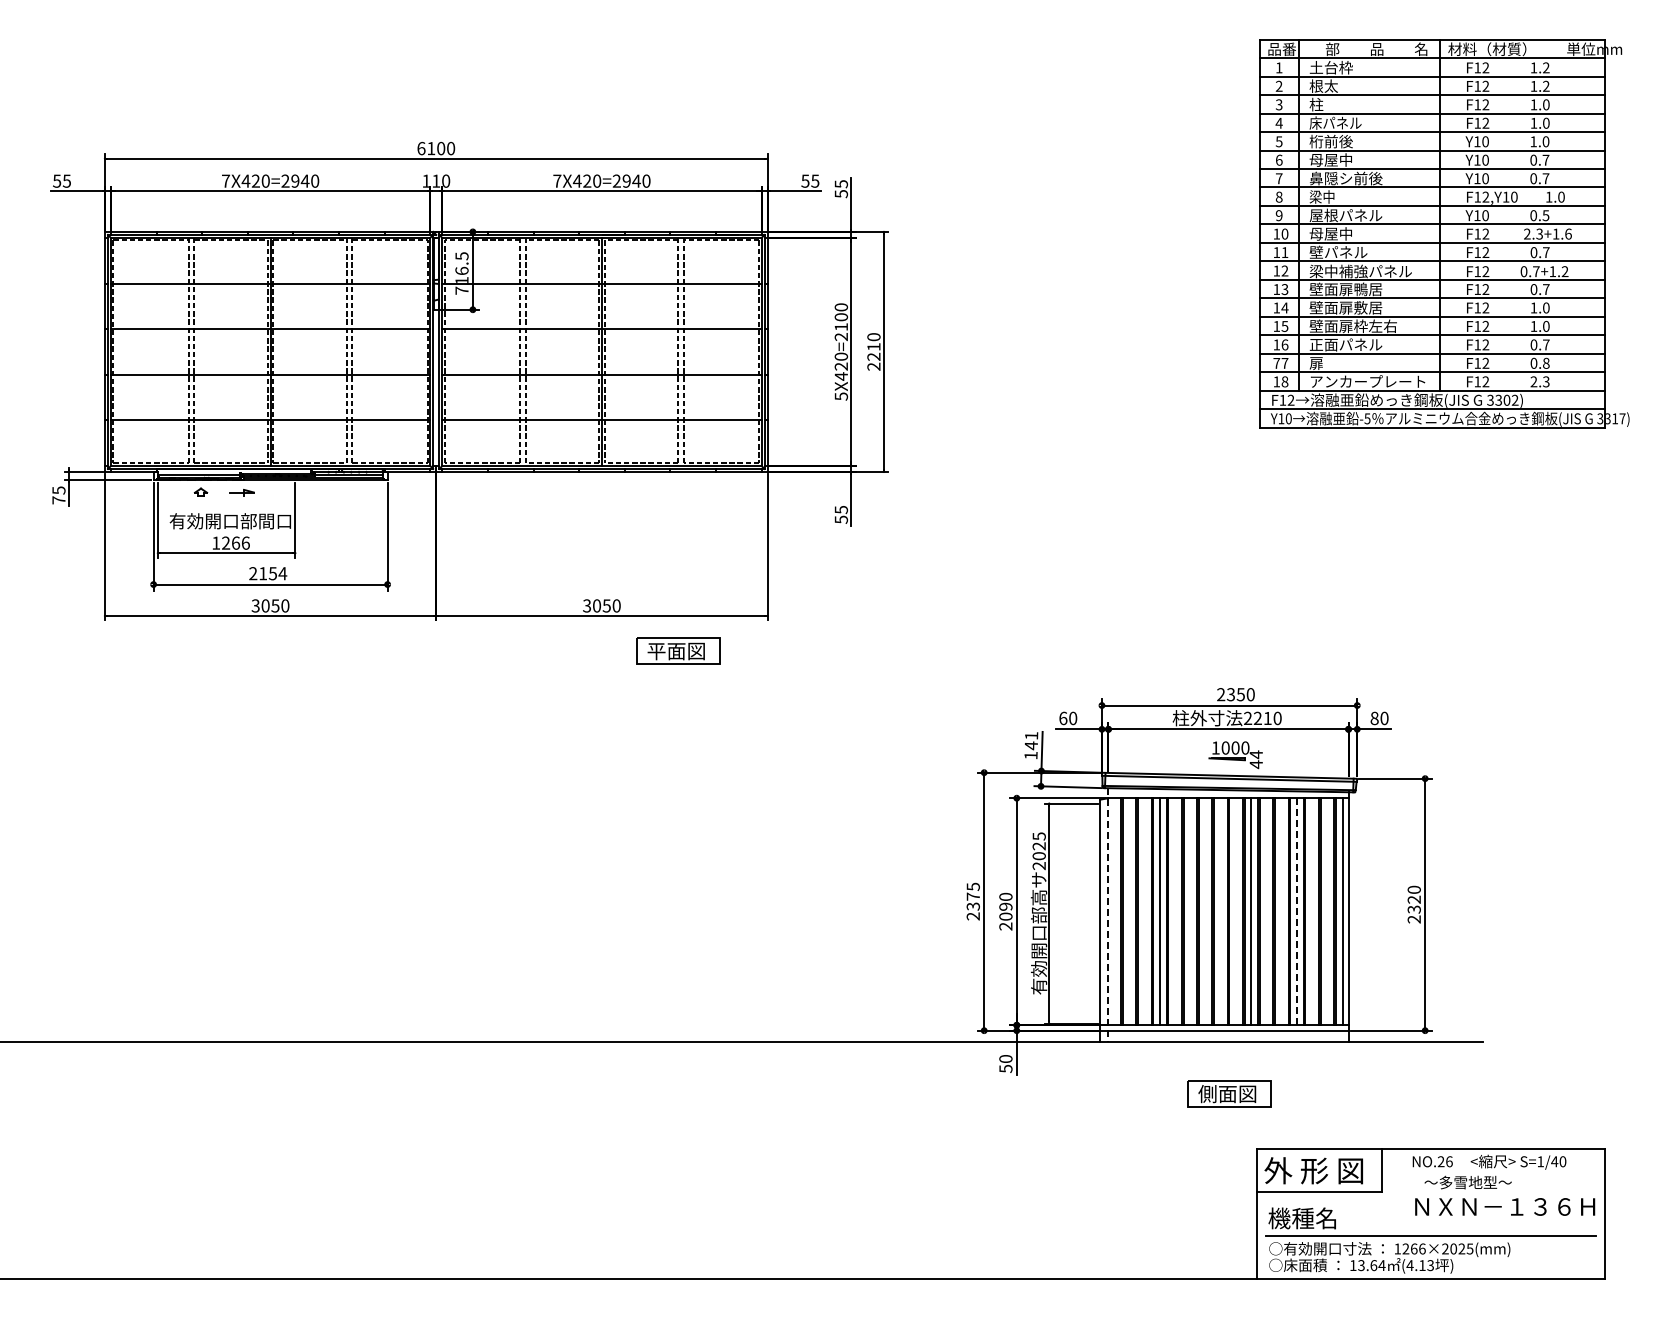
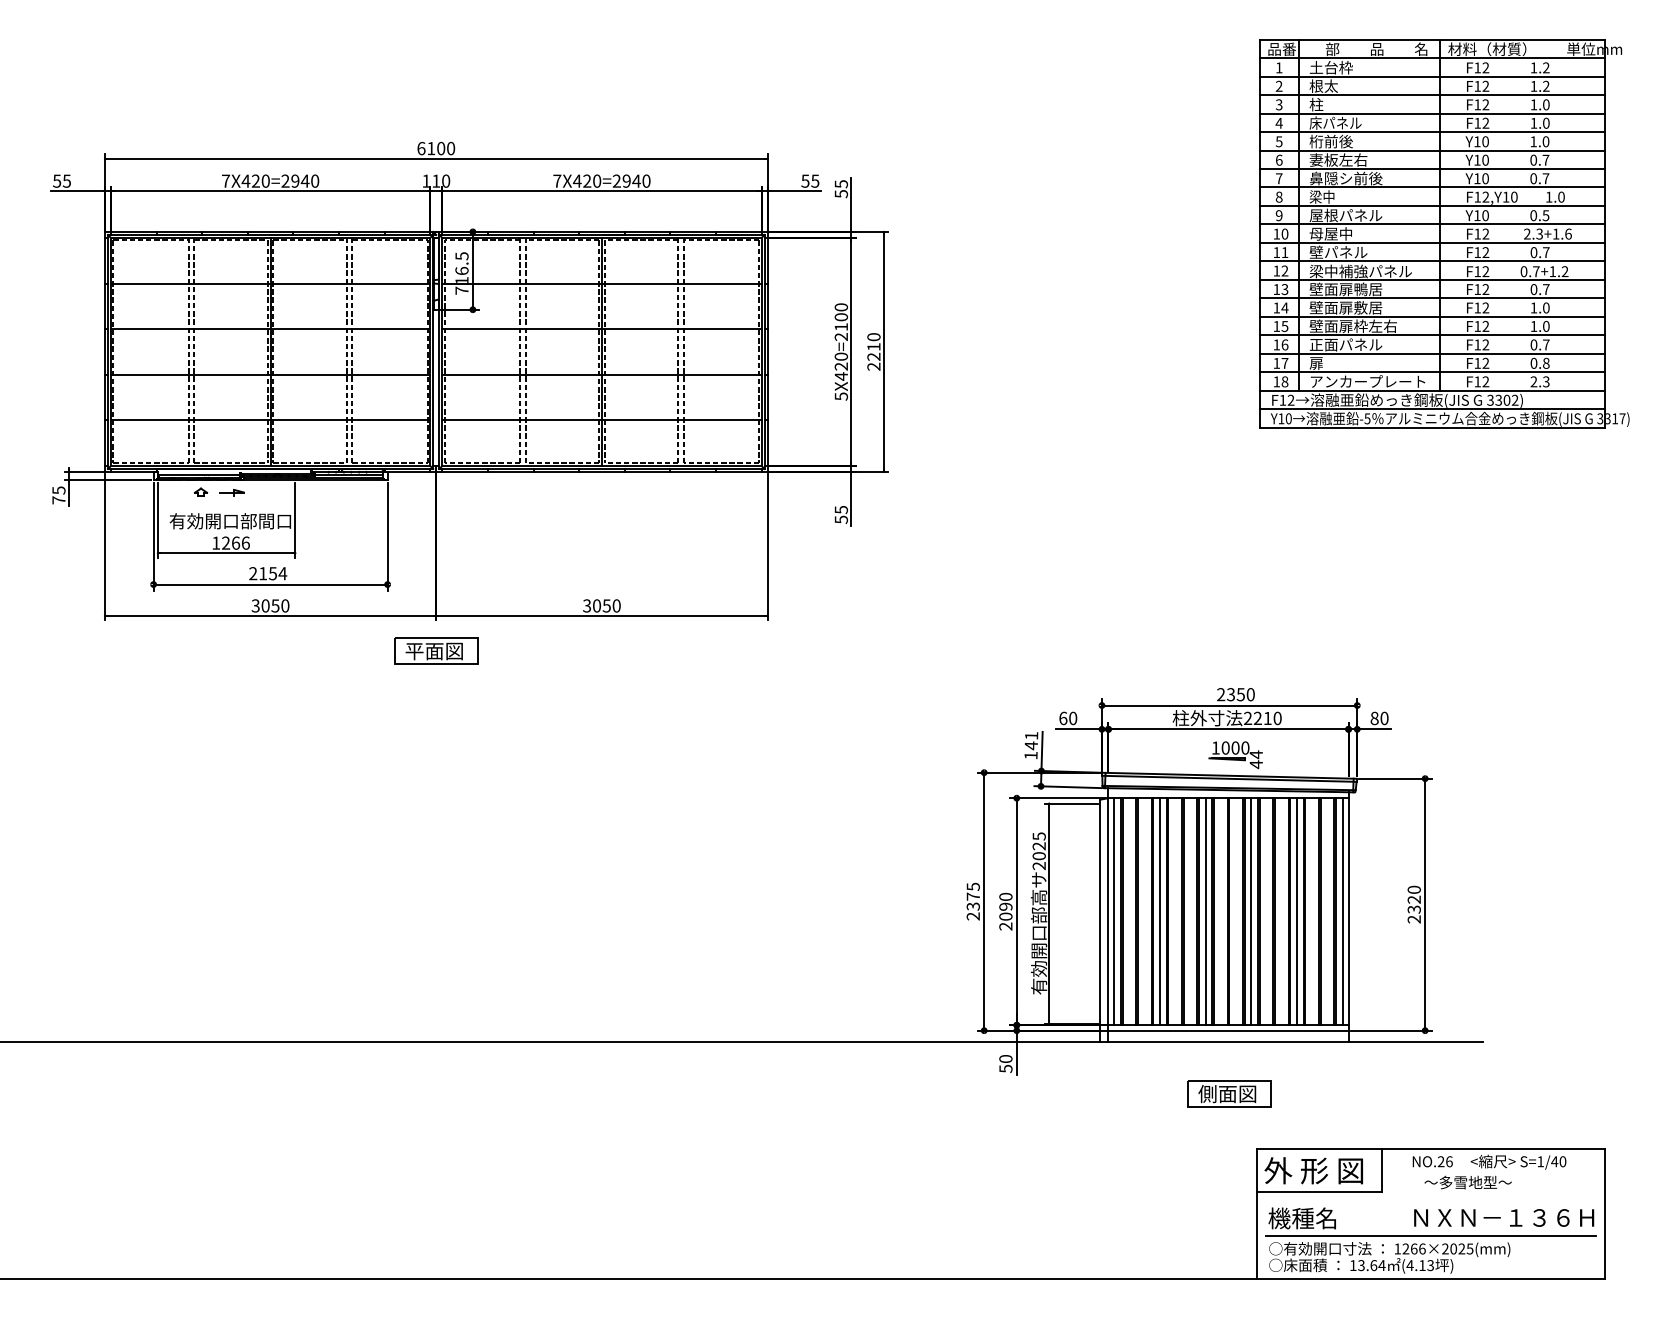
text at (1338, 159): 母屋中 -> 妻板左右
text at (1276, 363): 77 -> 17
part at (241, 492) position: (241, 492) -> (231, 492)
part at (678, 650) position: (678, 650) -> (436, 650)
line at (1114, 911): none -> present
line at (1205, 911): none -> present
line at (1296, 911): dashed -> solid
line at (1108, 914): dashed -> solid
text at (1505, 1206) position: (1505, 1206) -> (1504, 1217)
